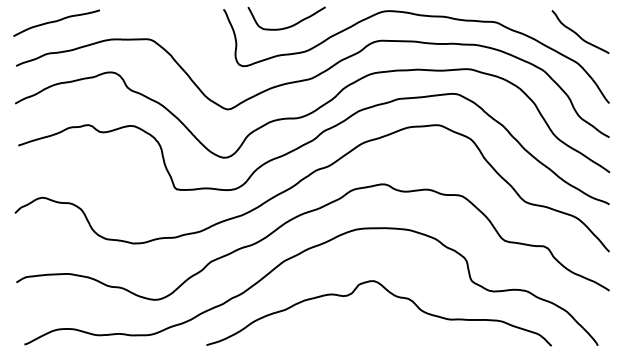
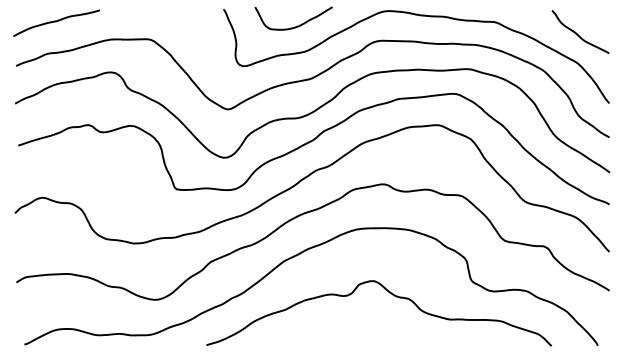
curve at (290, 25) position: (290, 25) -> (297, 25)
